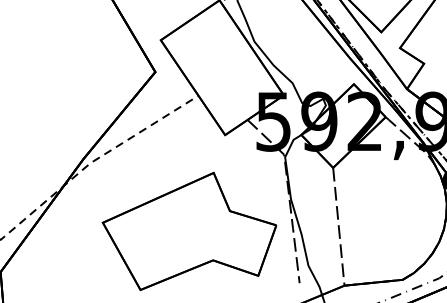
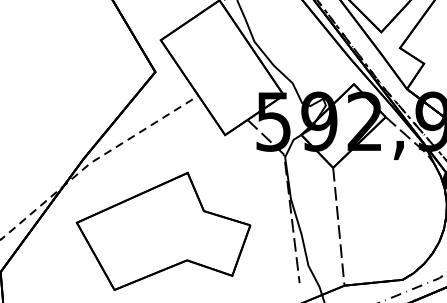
part at (189, 231) position: (189, 231) -> (163, 231)
